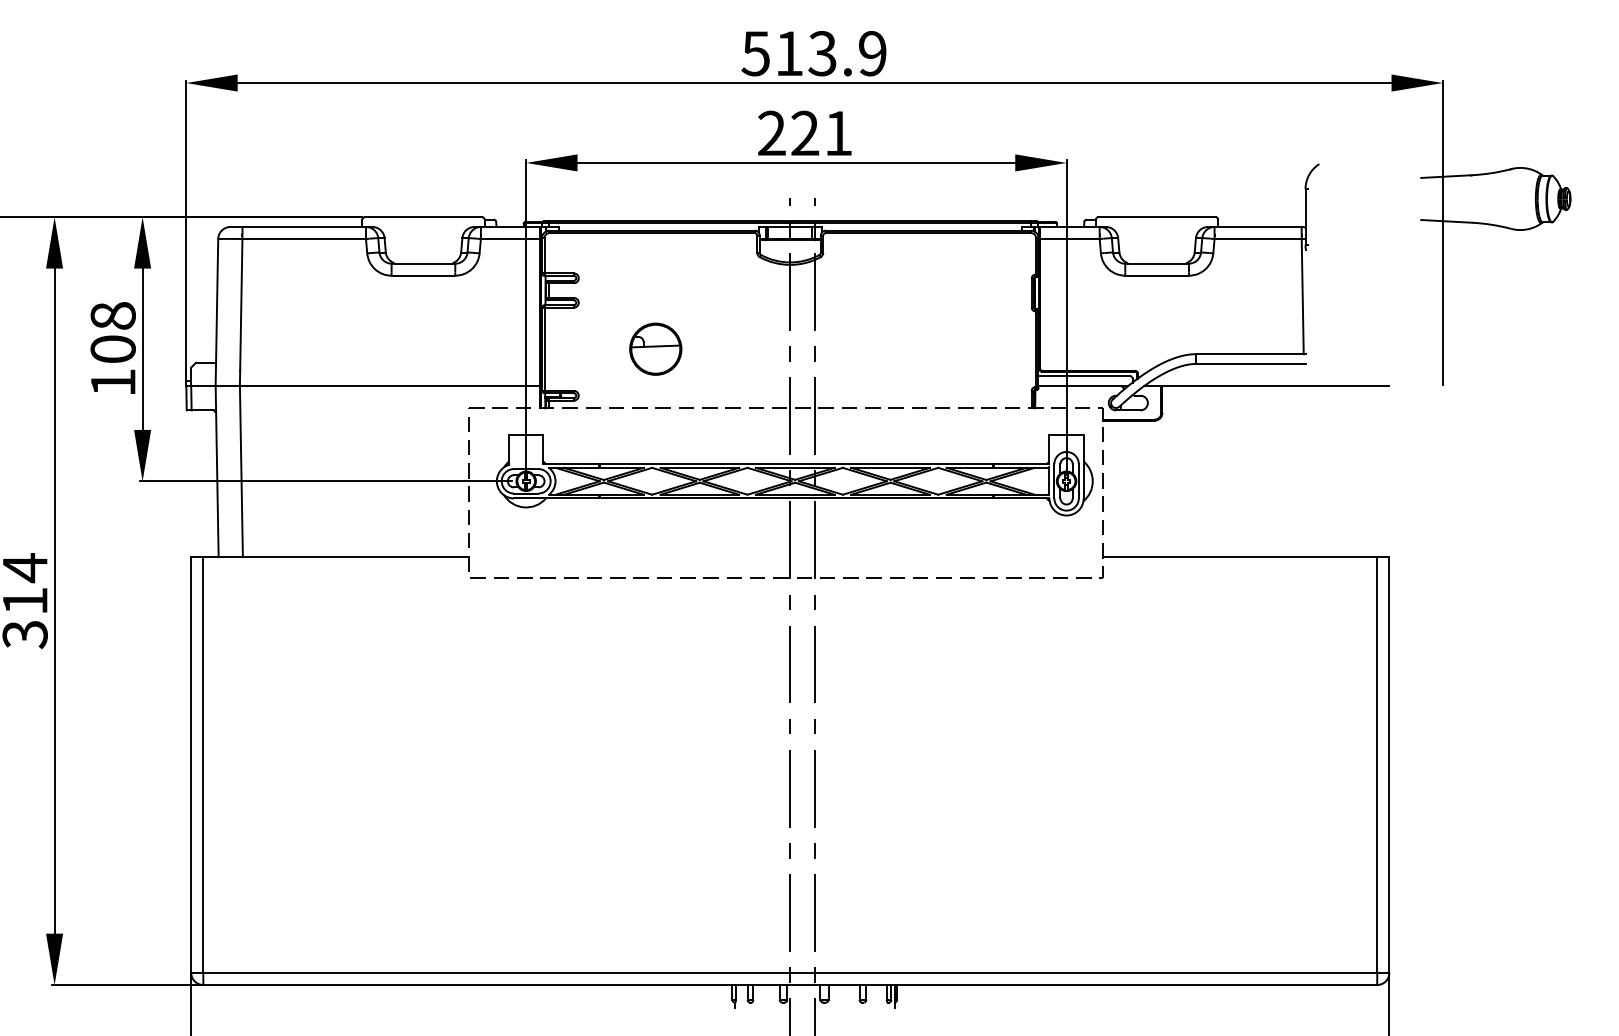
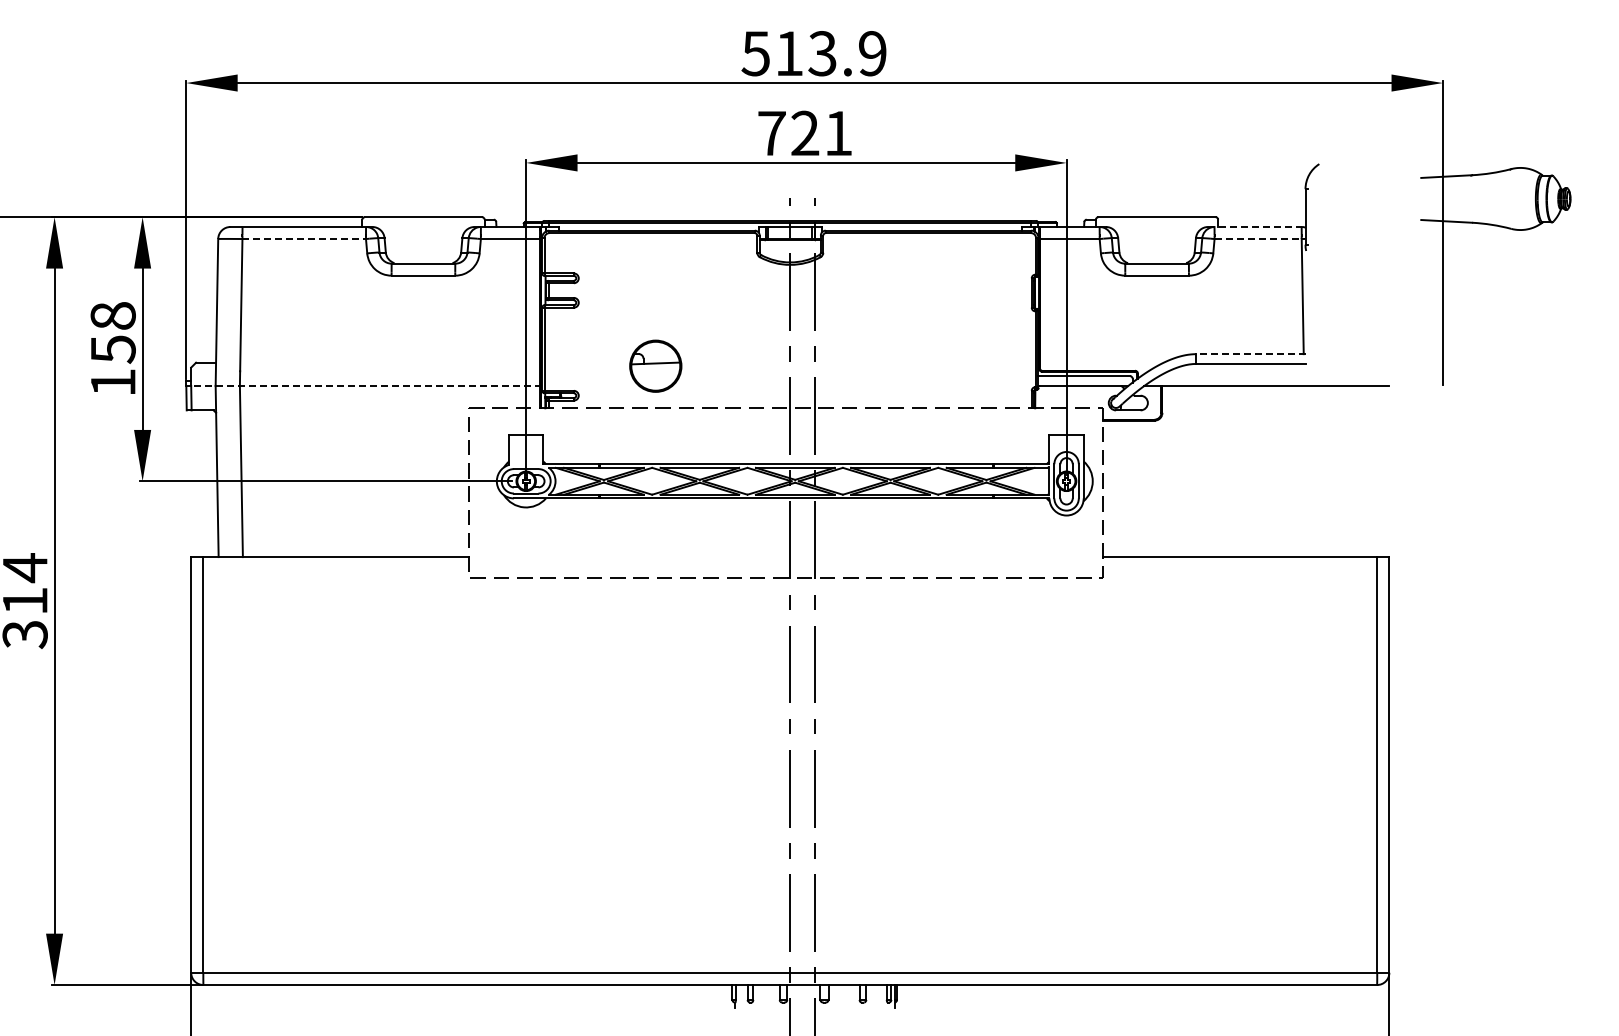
text at (771, 132): 221 -> 721
line at (1254, 227): solid -> dashed
line at (304, 239): solid -> dashed
line at (1258, 239): solid -> dashed
part at (655, 348) position: (655, 348) -> (655, 365)
text at (112, 349): 108 -> 158
line at (1250, 354): solid -> dashed
line at (364, 385): solid -> dashed
